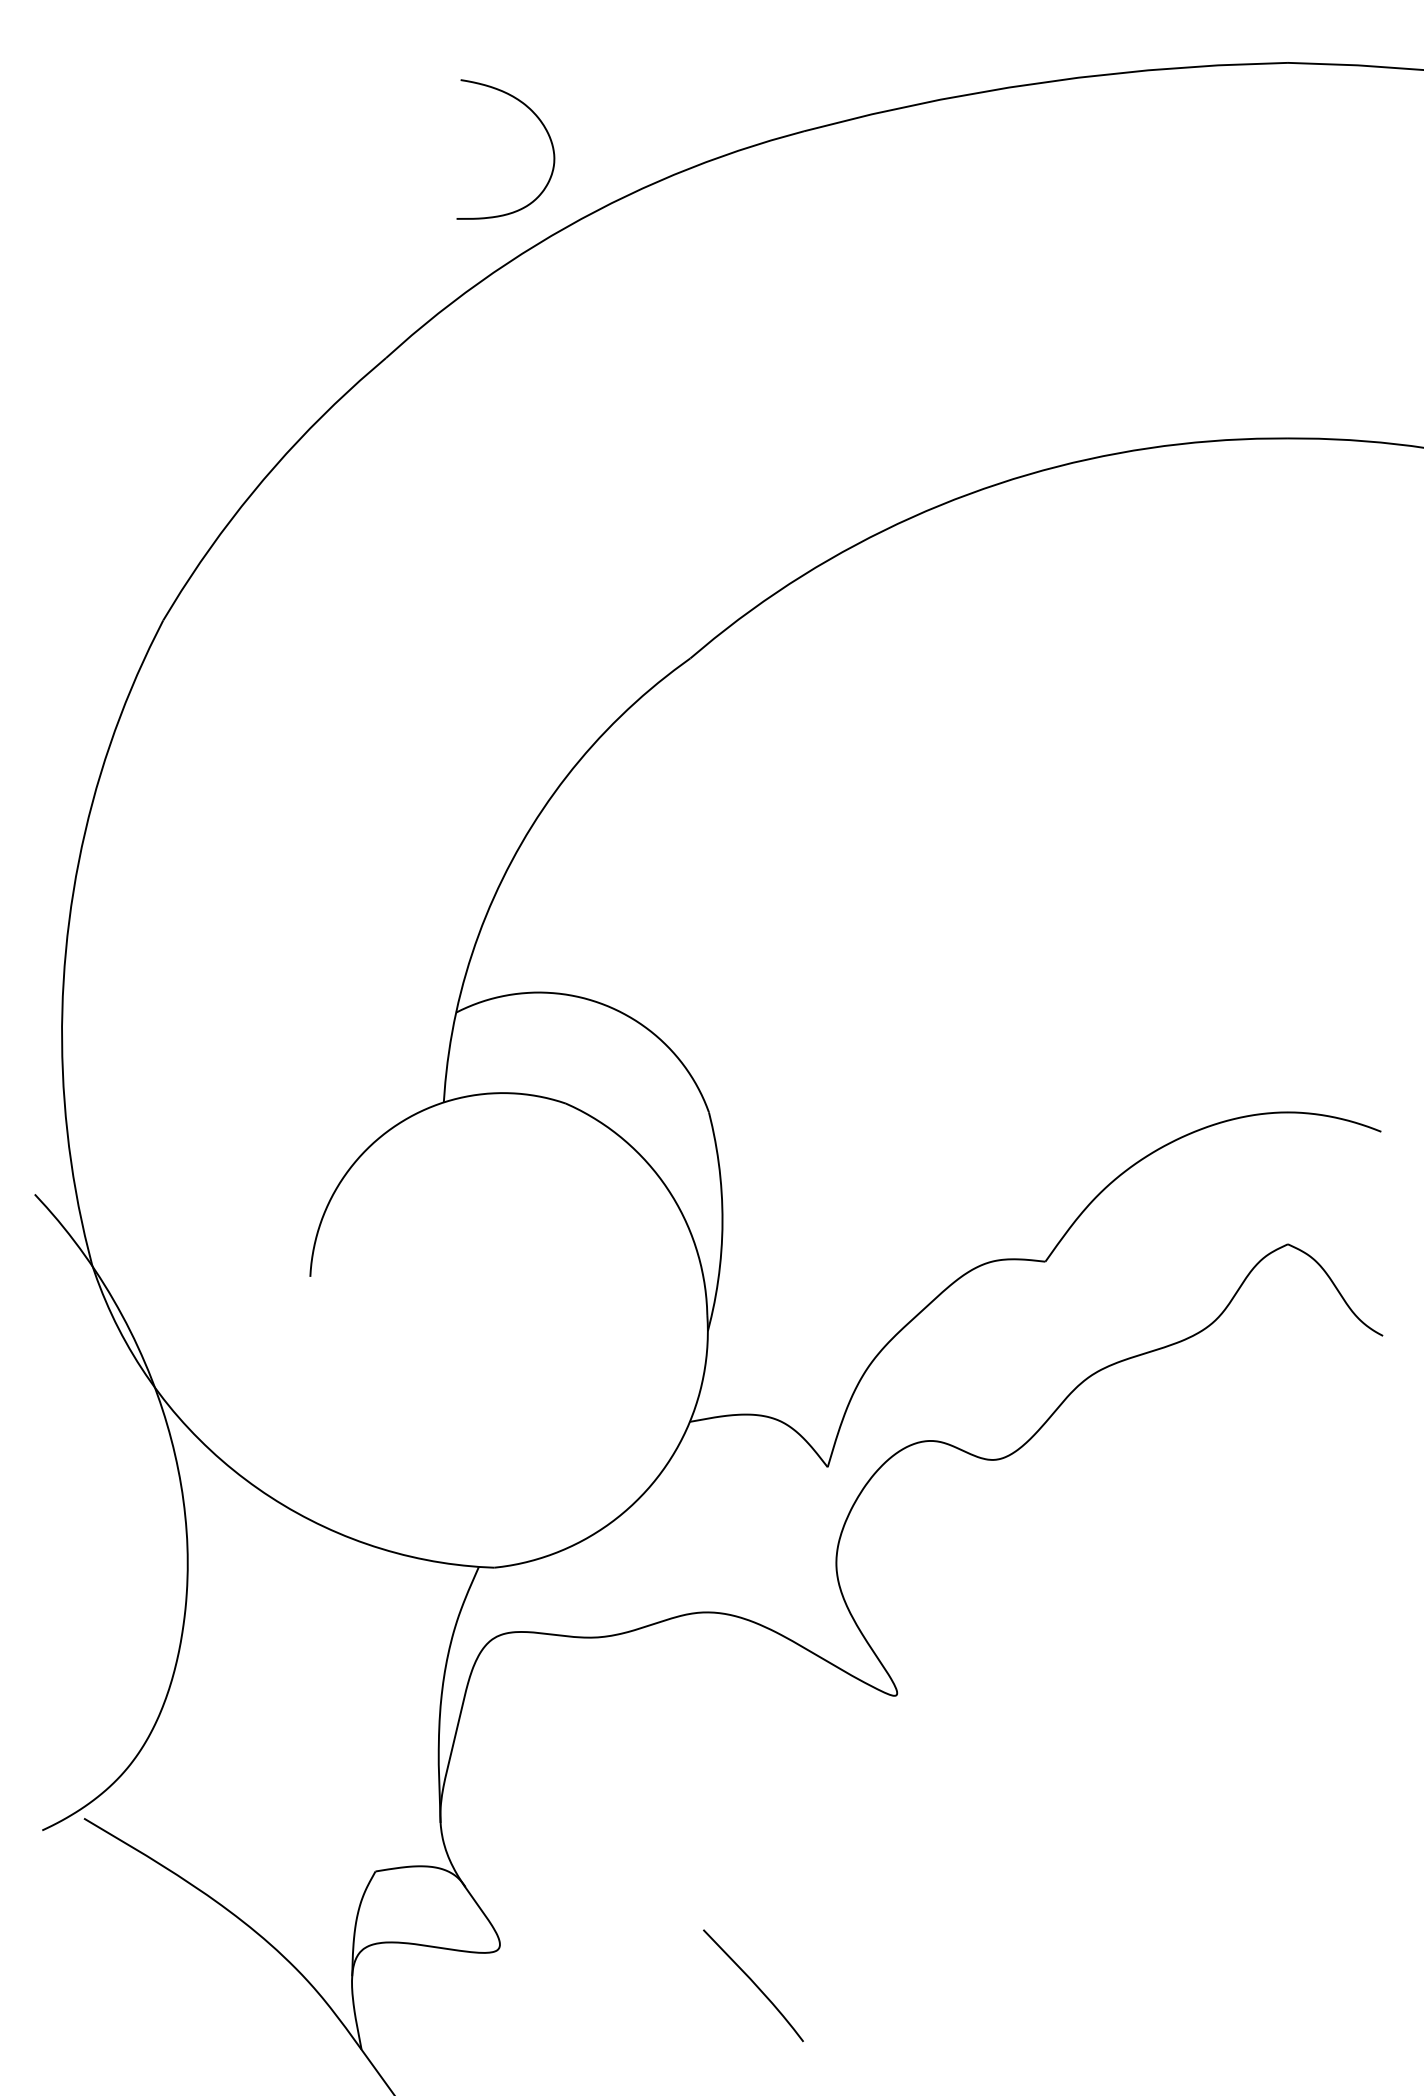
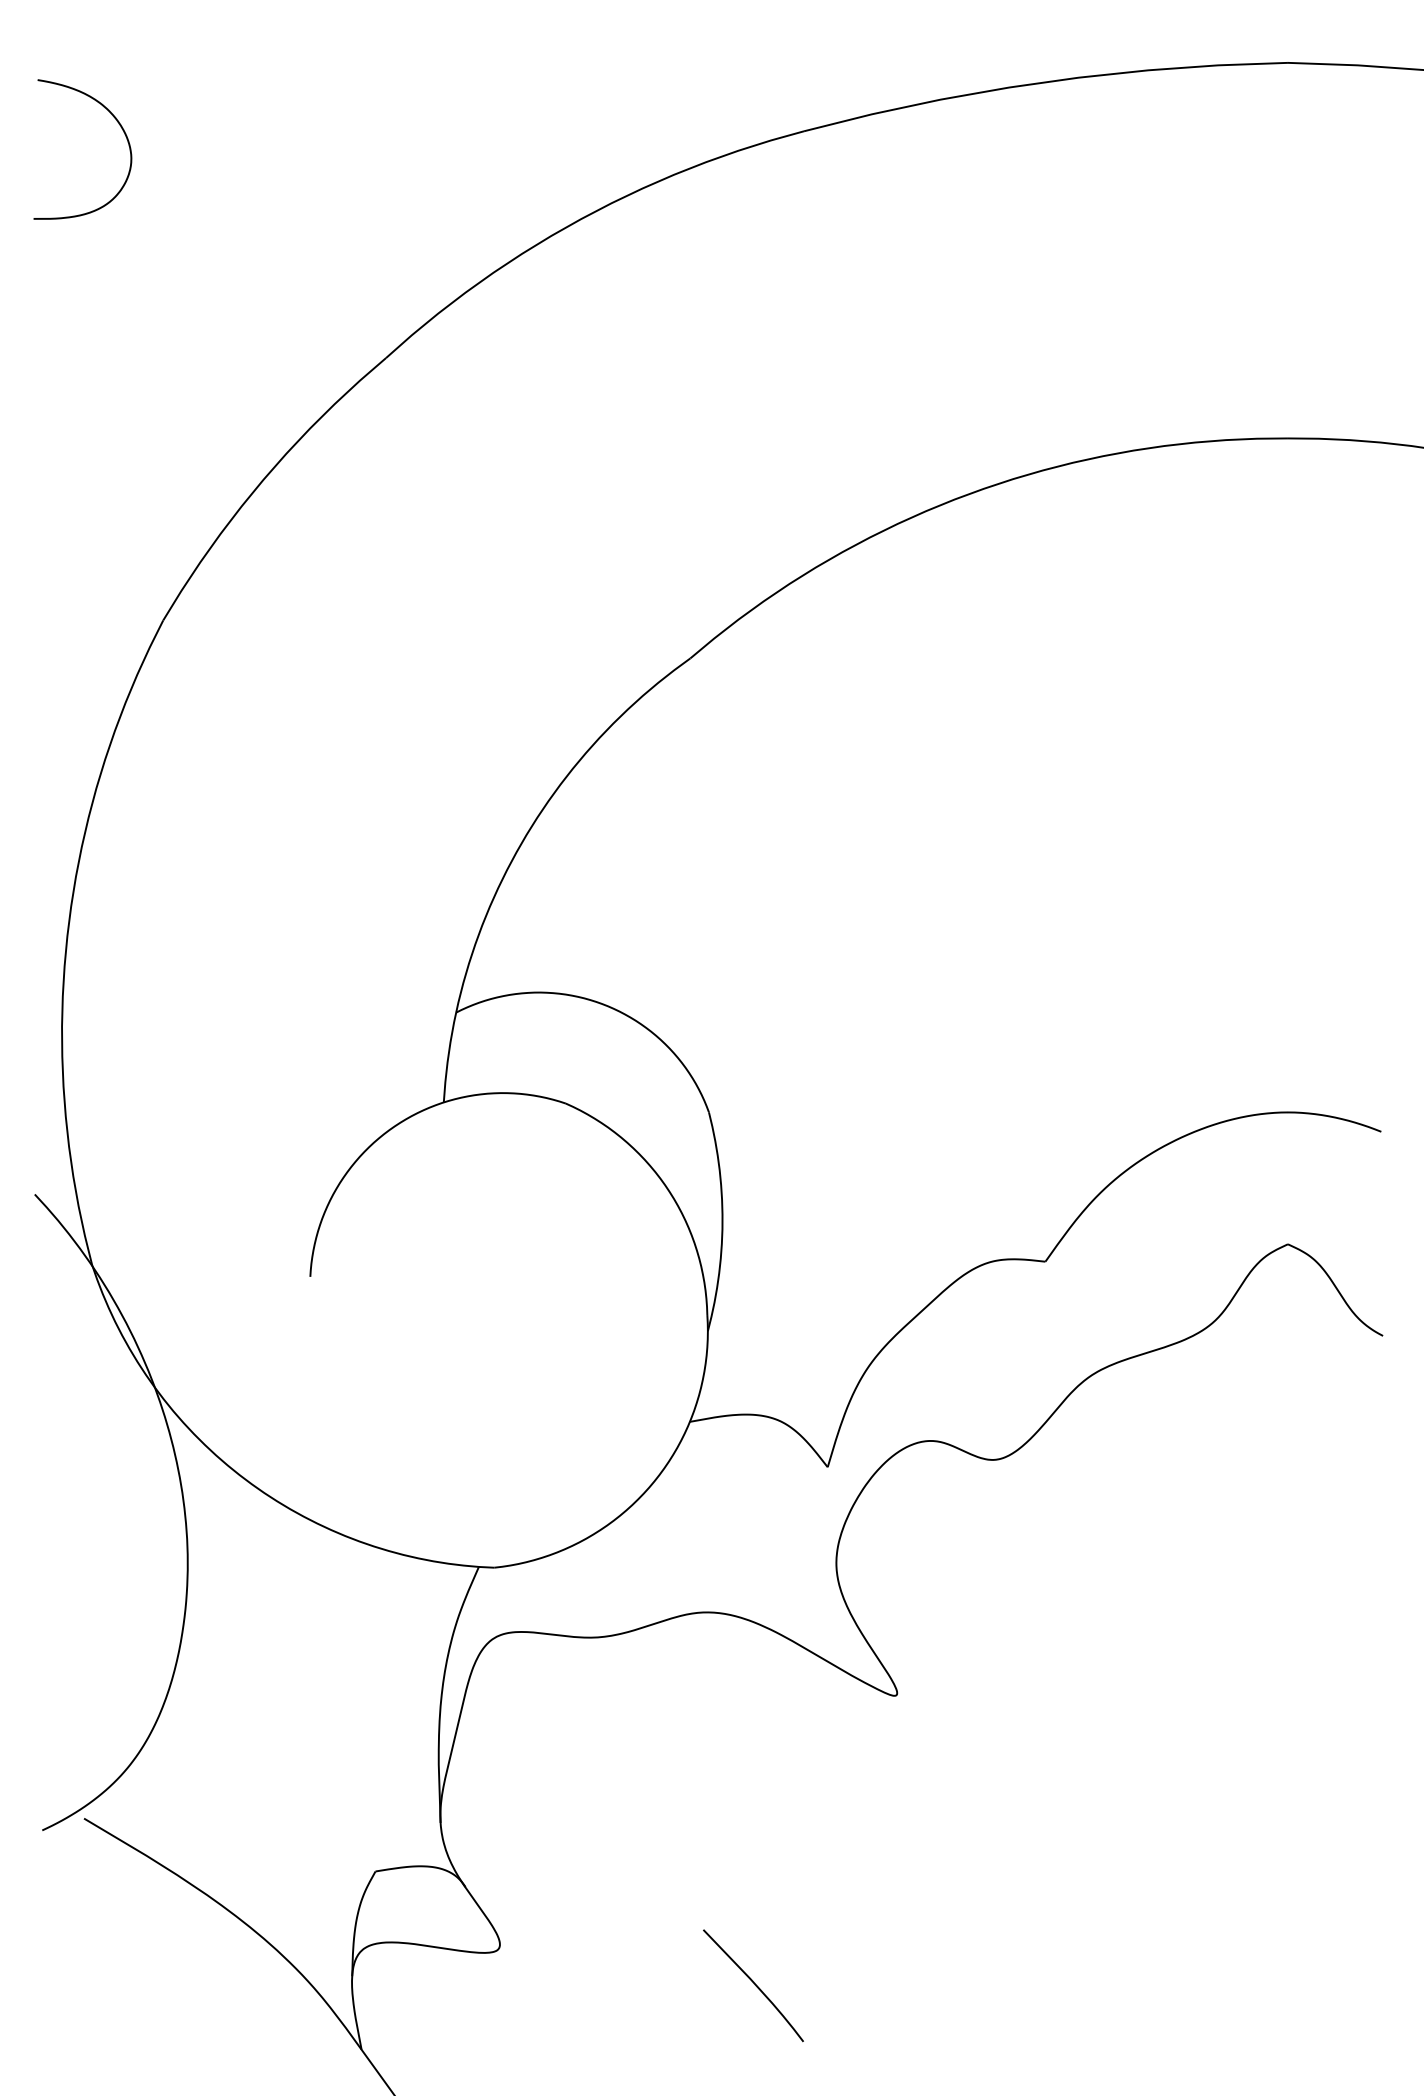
curve at (543, 127) position: (543, 127) -> (120, 127)
